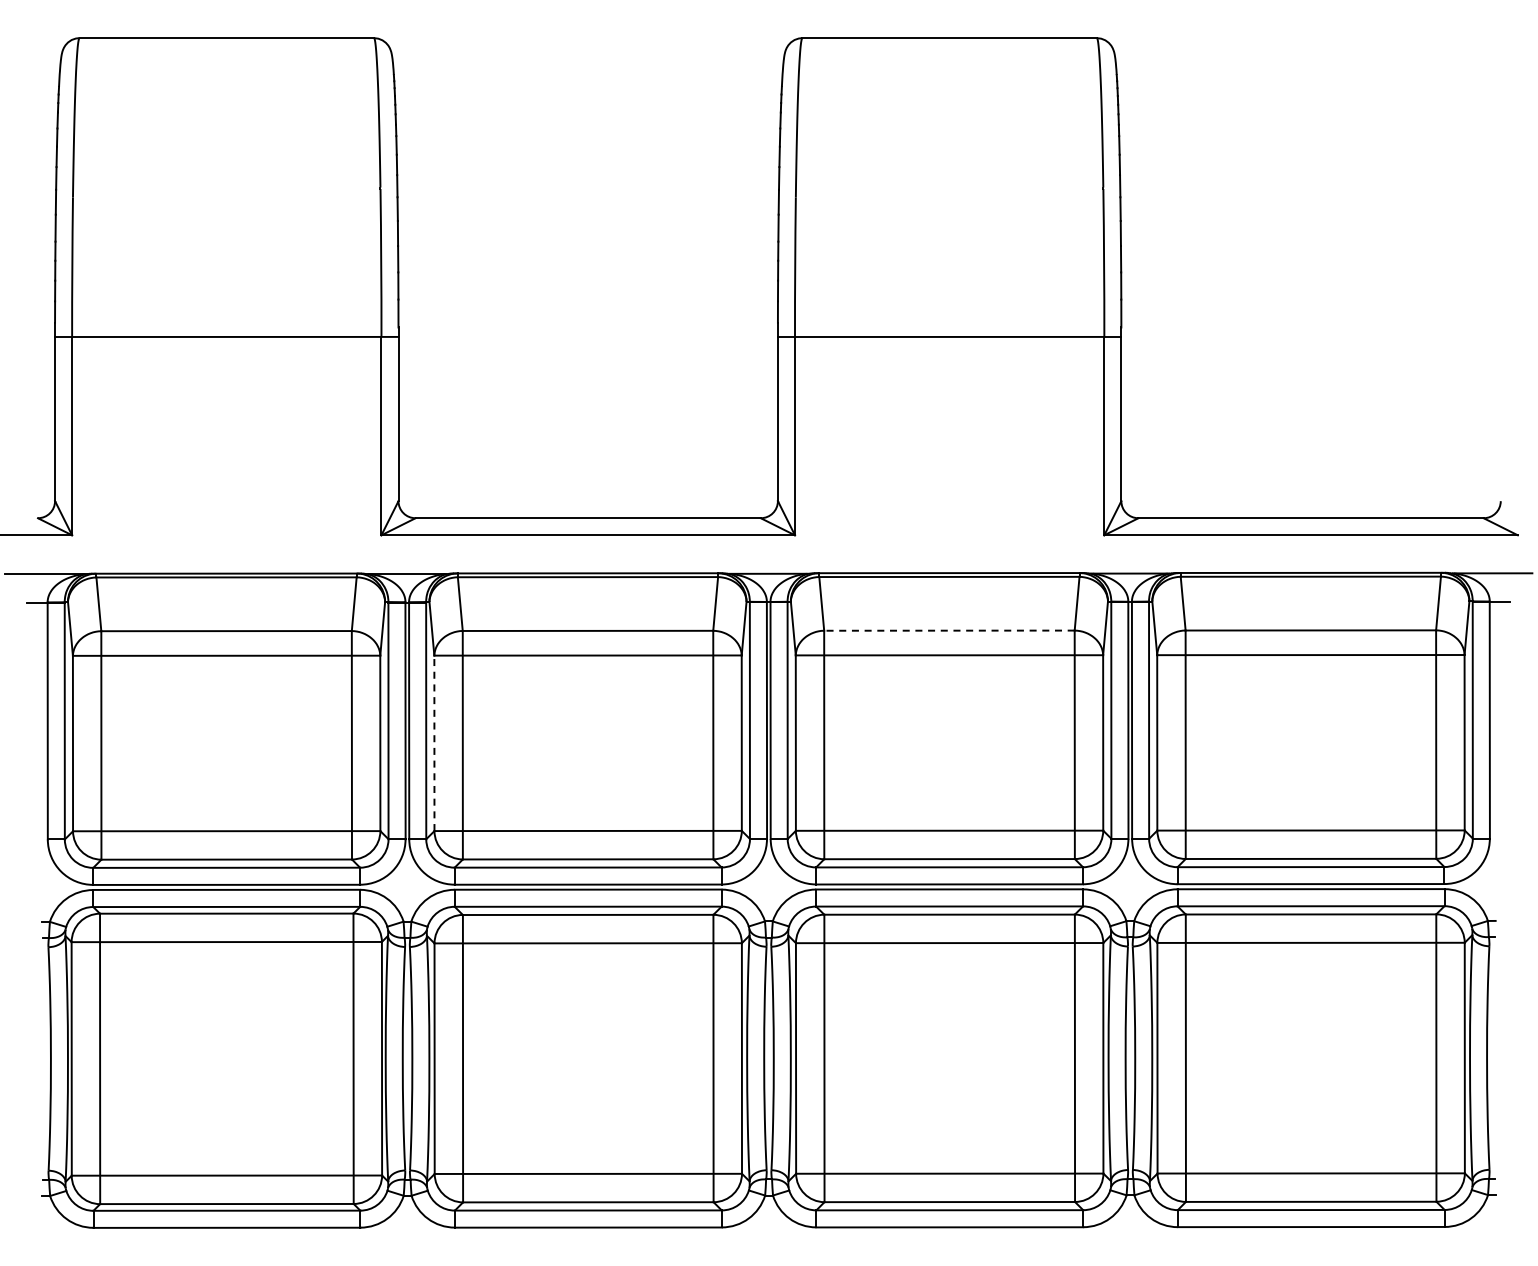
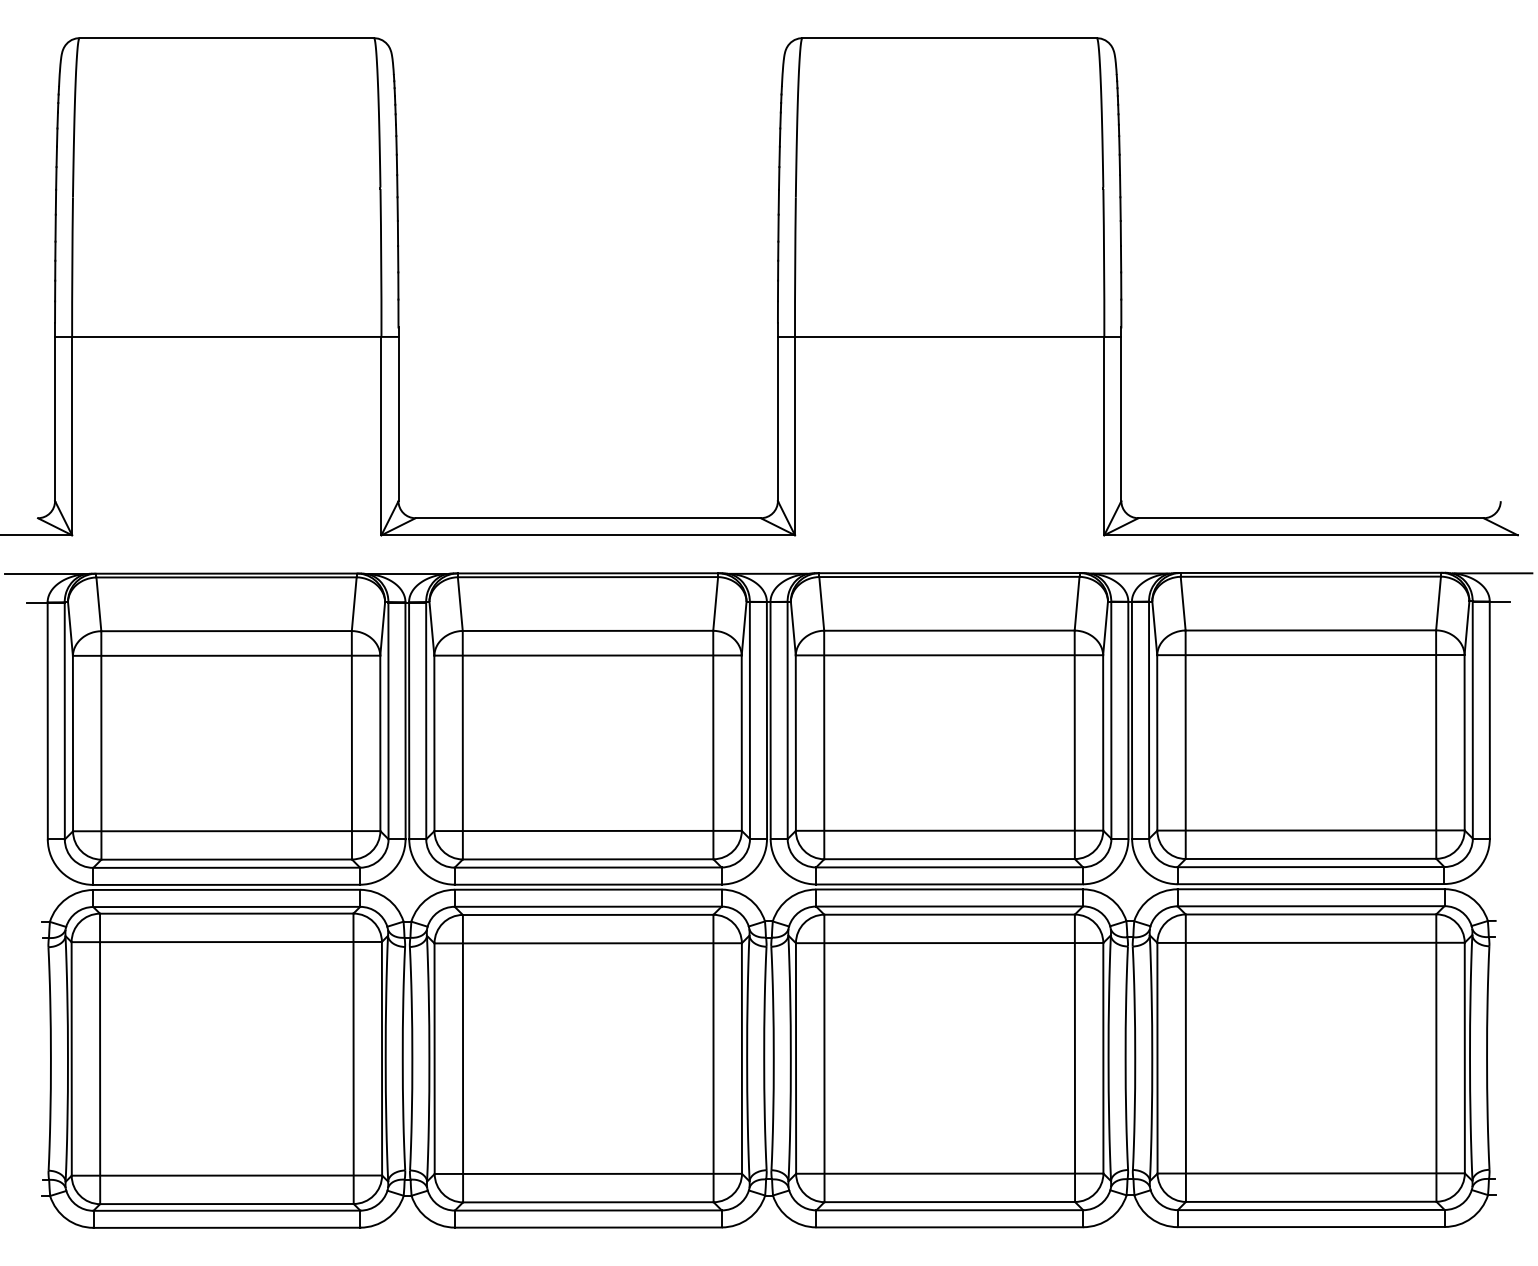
line at (948, 630): dashed -> solid
line at (434, 743): dashed -> solid
